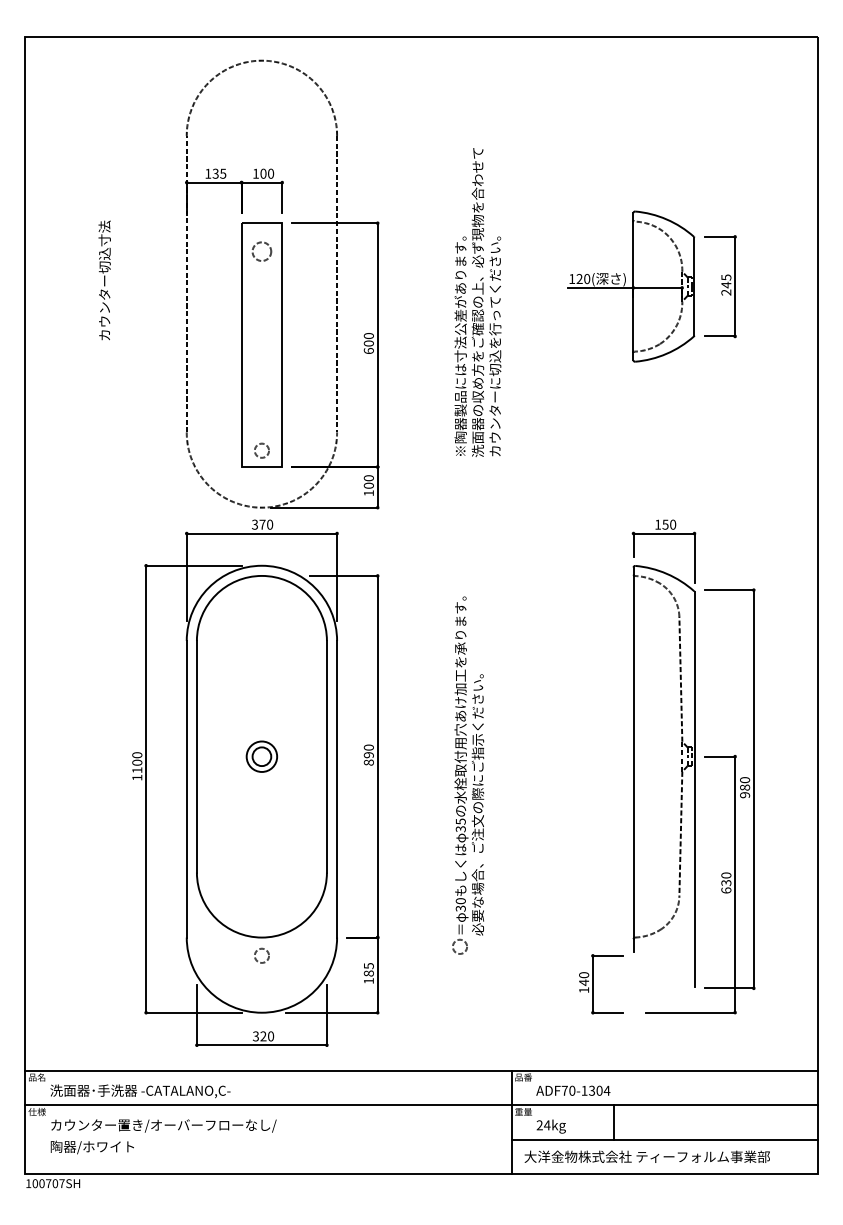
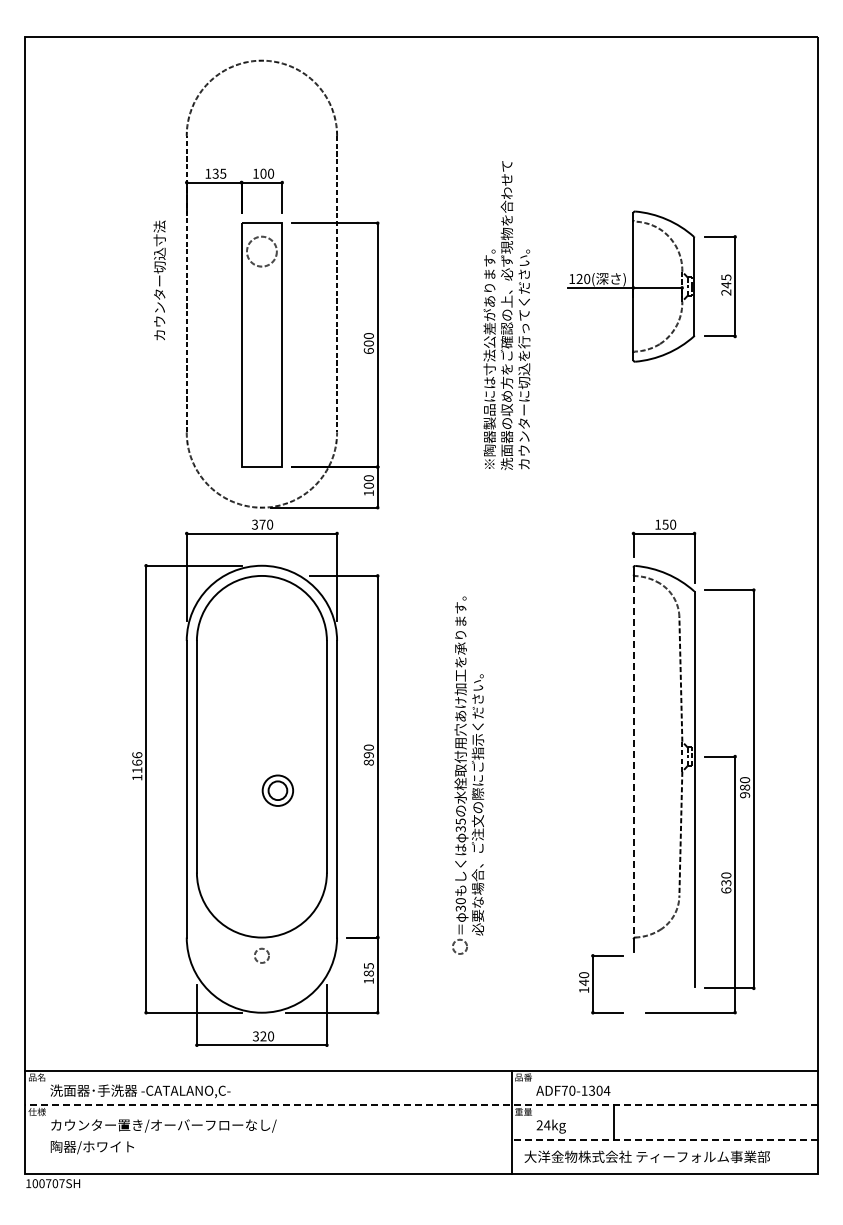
circle at (261, 251) diameter: 19 px -> 30 px
text at (104, 280) position: (104, 280) -> (159, 280)
text at (477, 302) position: (477, 302) -> (506, 315)
circle at (261, 450): present -> none
part at (261, 756) position: (261, 756) -> (277, 790)
line at (633, 757): solid -> dashed
text at (137, 758): 1100 -> 1166
line at (421, 1105): solid -> dashed
line at (664, 1139): solid -> dashed
